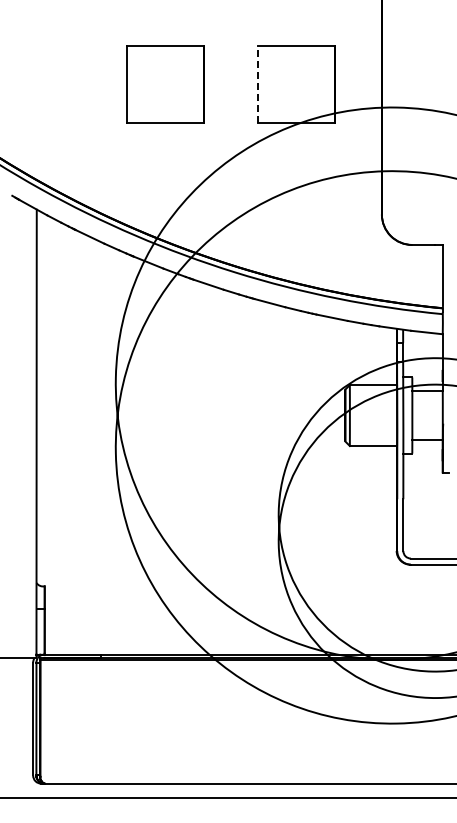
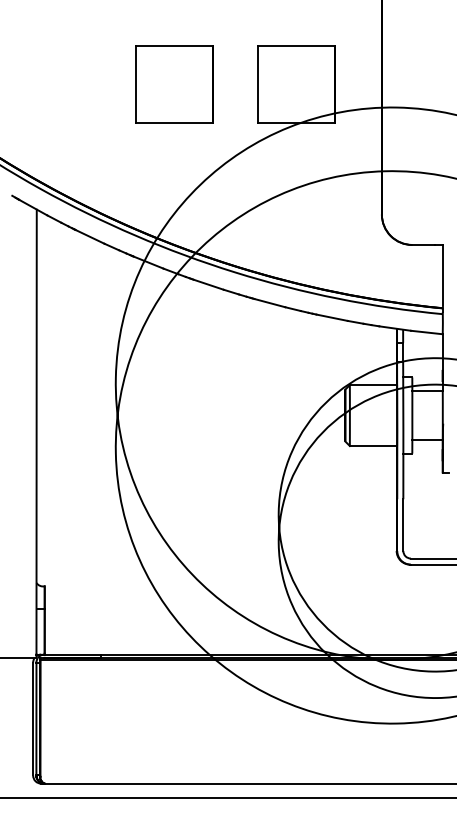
part at (165, 84) position: (165, 84) -> (174, 84)
line at (257, 84): dashed -> solid
